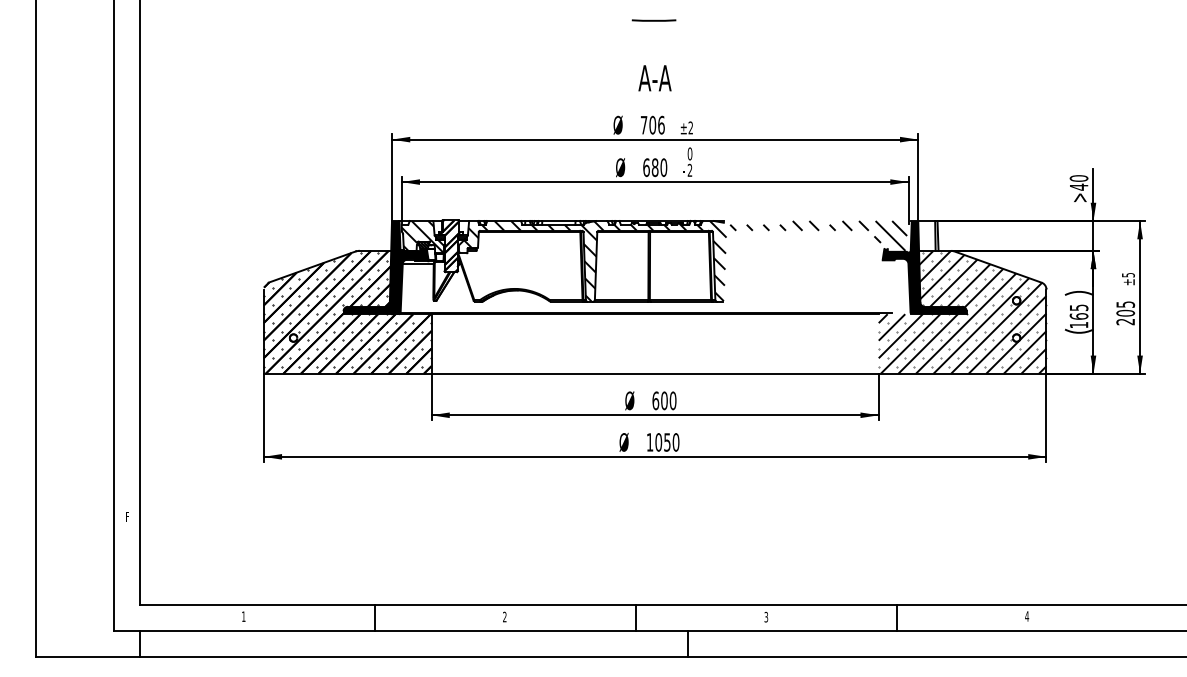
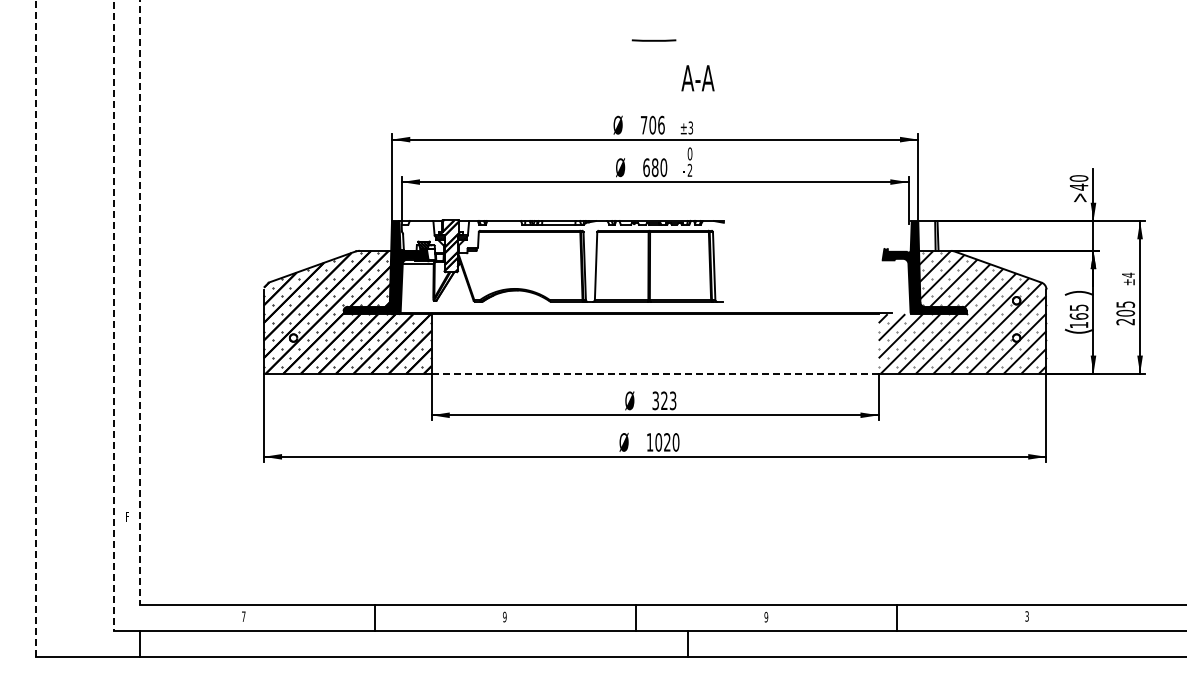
line at (653, 20) position: (653, 20) -> (653, 40)
text at (654, 78) position: (654, 78) -> (697, 78)
text at (690, 128): ±2 -> ±3
hatch at (422, 236): present -> none
hatch at (682, 261): present -> none
text at (1128, 274): ±5 -> ±4
line at (139, 302): solid -> dashed
line at (113, 315): solid -> dashed
line at (35, 328): solid -> dashed
line at (655, 373): solid -> dashed
text at (664, 400): 600 -> 323
text at (667, 442): 1050 -> 1020
text at (243, 616): 1 -> 7
text at (766, 616): 3 -> 9
text at (1027, 616): 4 -> 3
text at (504, 617): 2 -> 9
